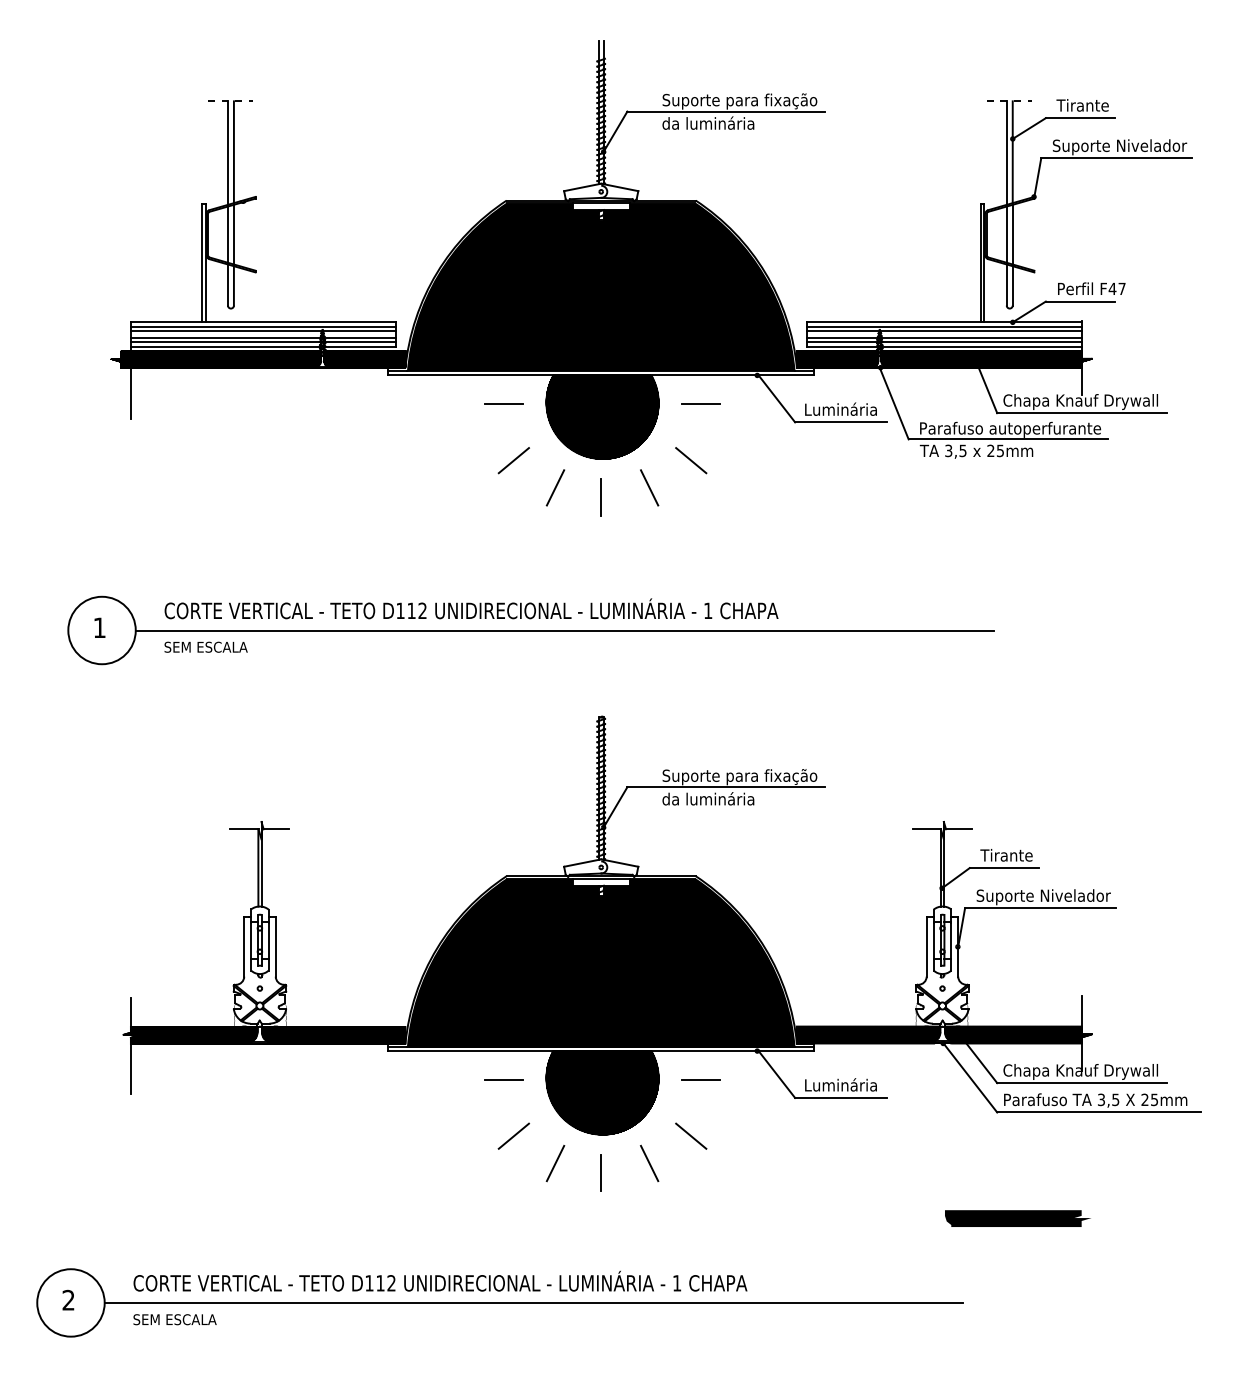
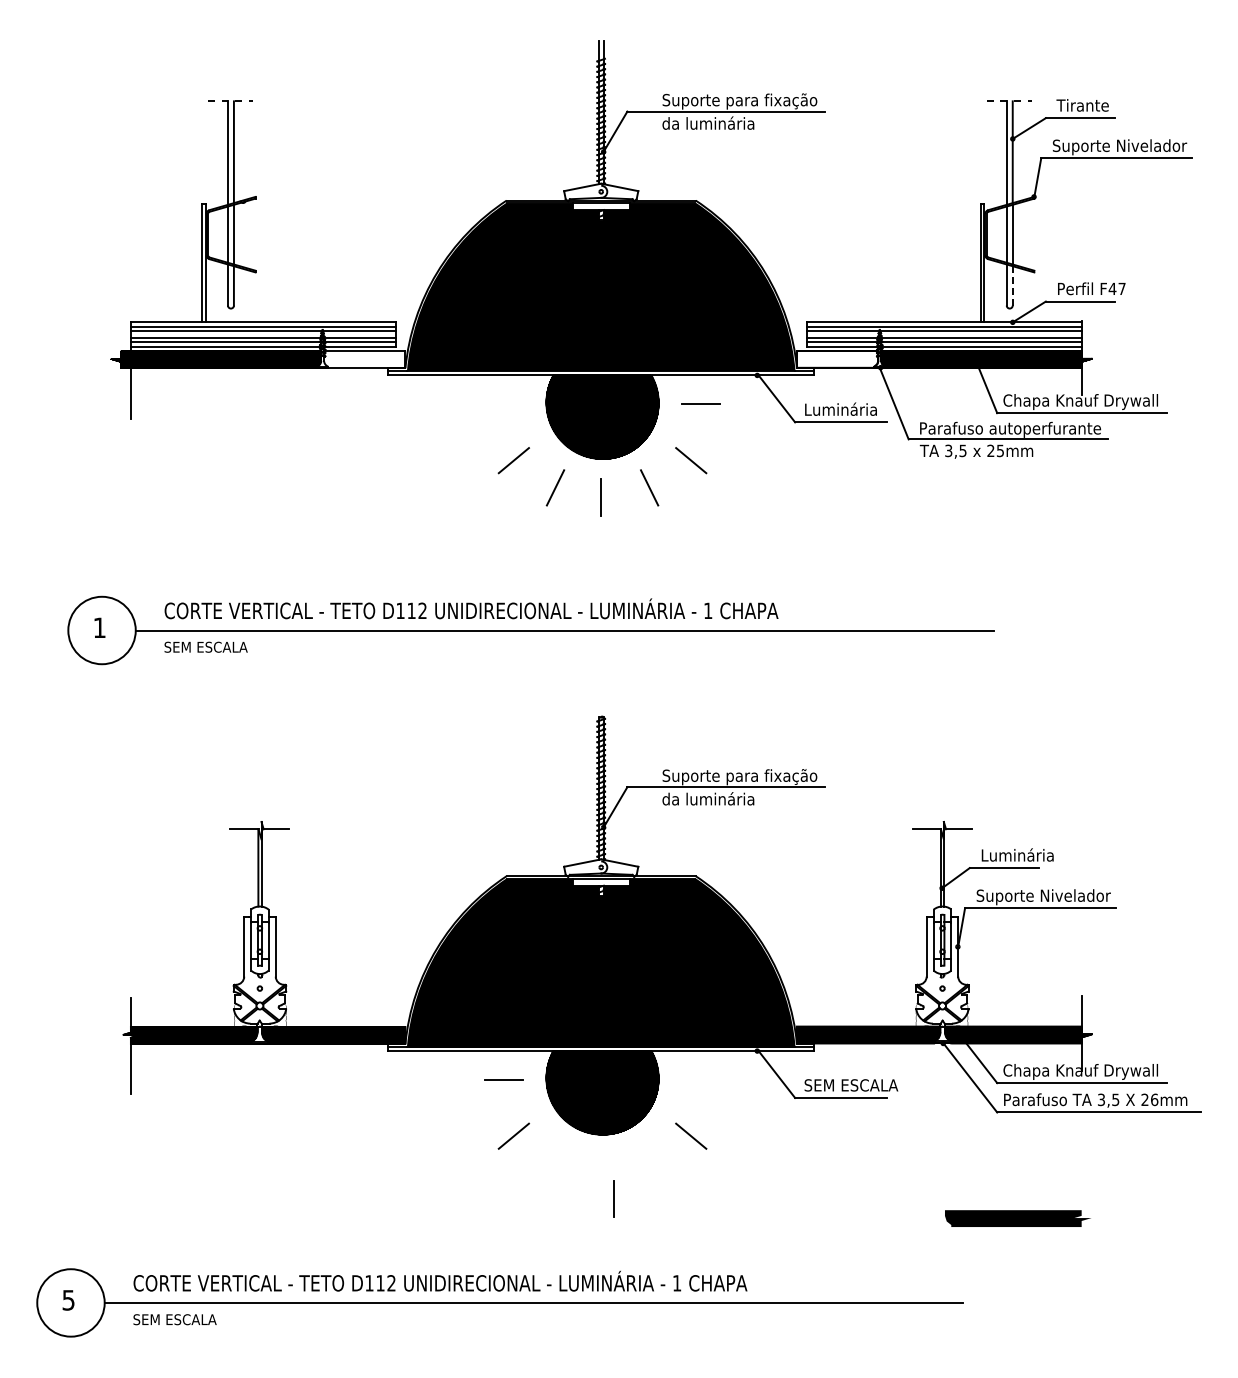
line at (1012, 285): solid -> dashed
hatch at (364, 358): present -> none
hatch at (837, 358): present -> none
line at (504, 404): present -> none
text at (1016, 854): Tirante -> Luminária
line at (700, 1079): present -> none
text at (851, 1084): Luminária -> SEM ESCALA
text at (1154, 1099): 25mm -> 26mm
line at (555, 1163): present -> none
line at (649, 1163): present -> none
line at (600, 1172) position: (600, 1172) -> (613, 1198)
text at (68, 1299): 2 -> 5
